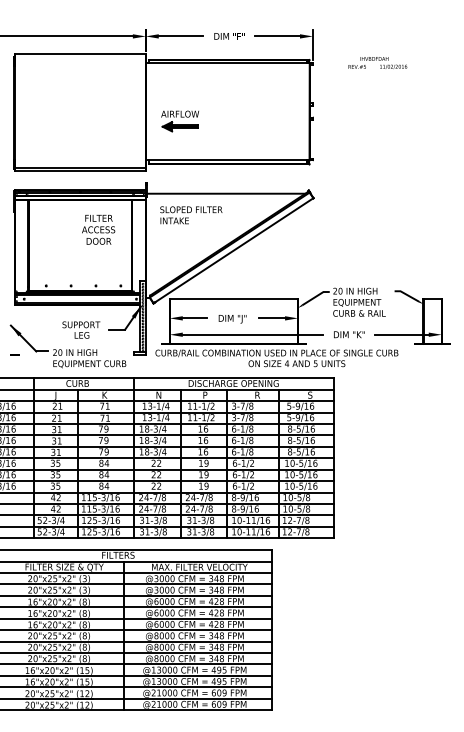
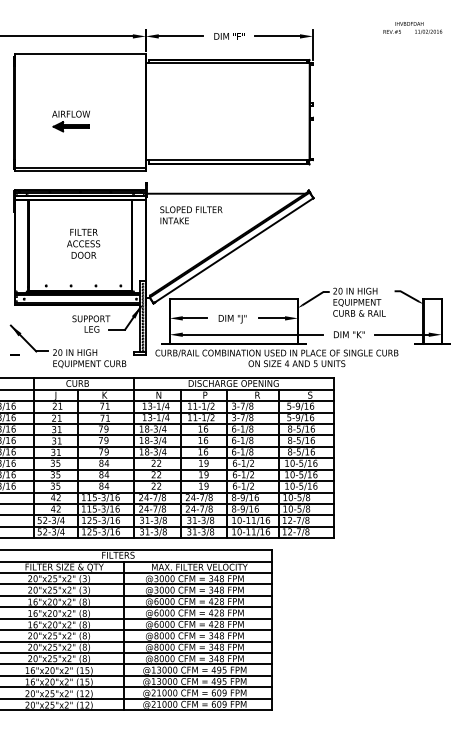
text at (377, 62) position: (377, 62) -> (412, 27)
part at (179, 121) position: (179, 121) -> (70, 121)
text at (98, 229) position: (98, 229) -> (83, 243)
text at (81, 329) position: (81, 329) -> (91, 323)
